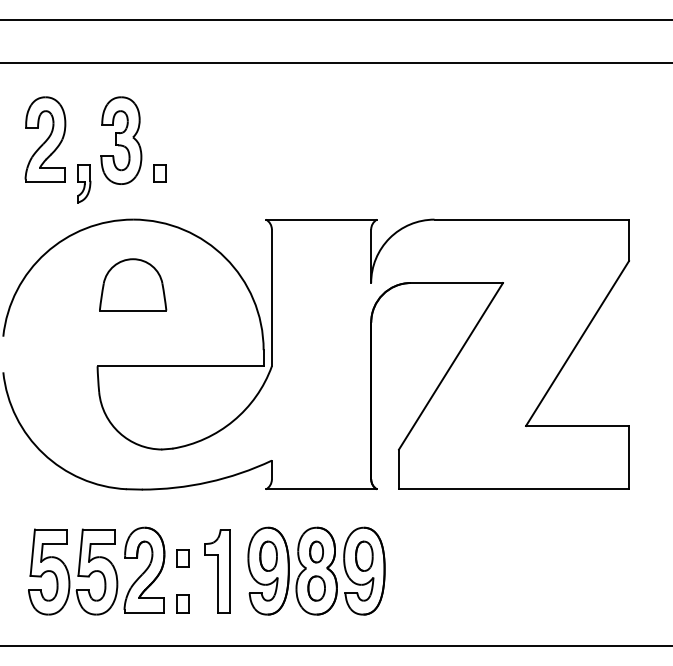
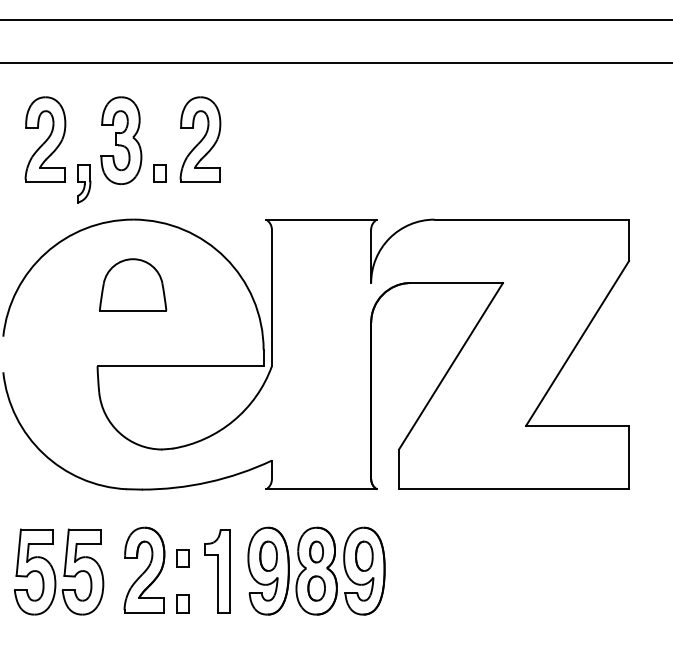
part at (200, 139): none -> present
part at (73, 571) position: (73, 571) -> (59, 571)
line at (335, 645): present -> none
